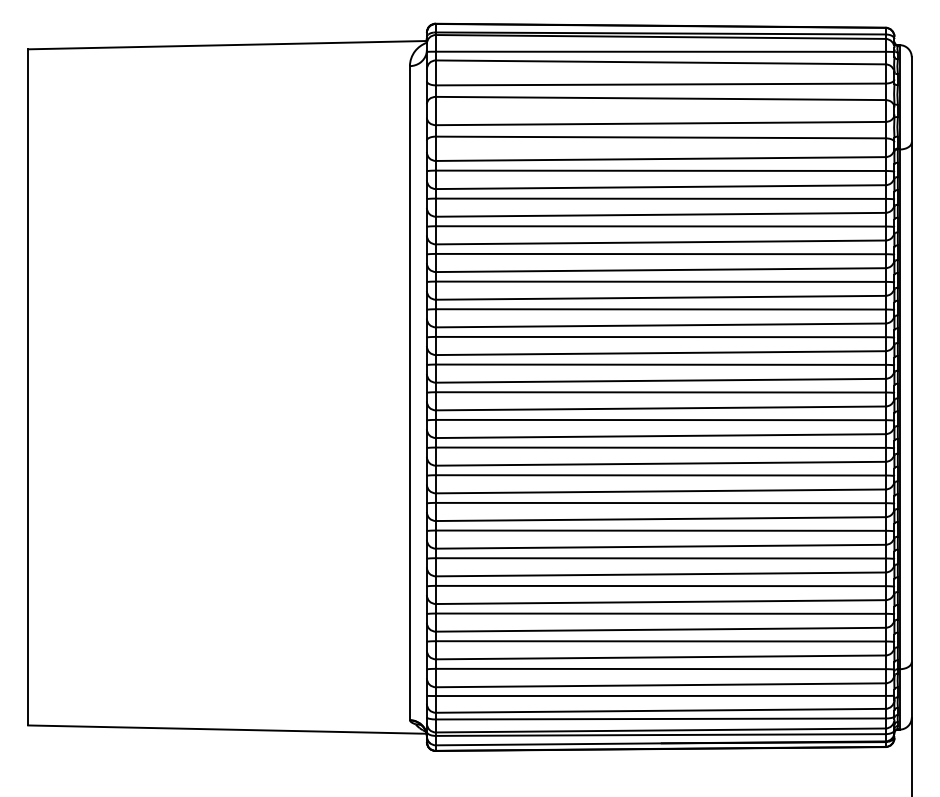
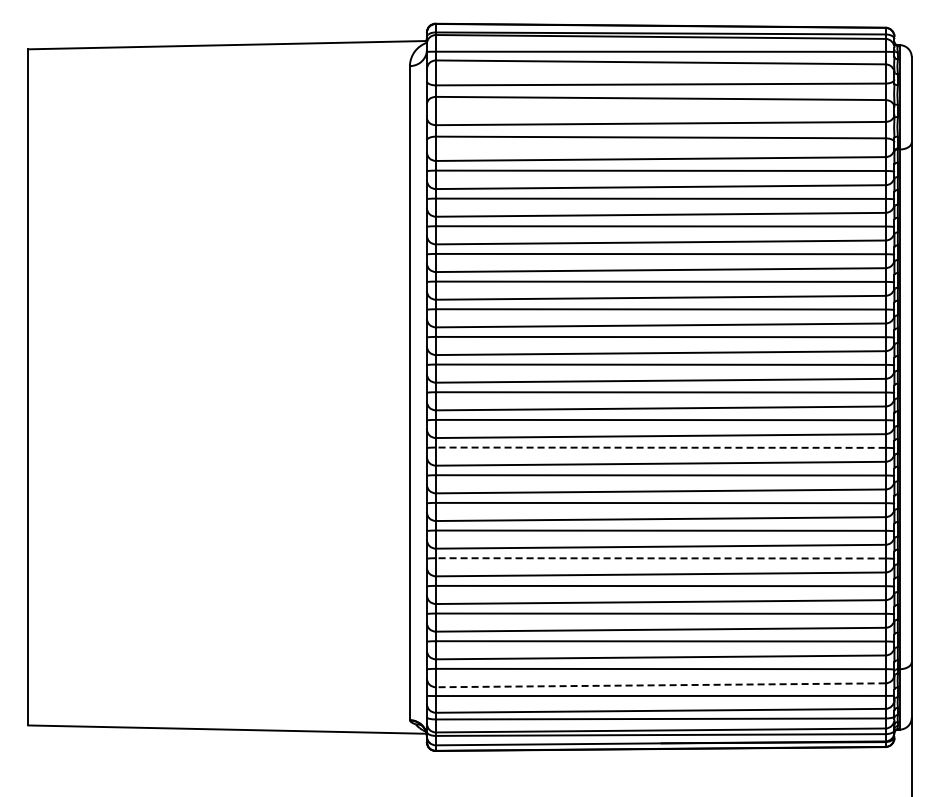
line at (660, 447): solid -> dashed
line at (660, 558): solid -> dashed
line at (660, 685): solid -> dashed
